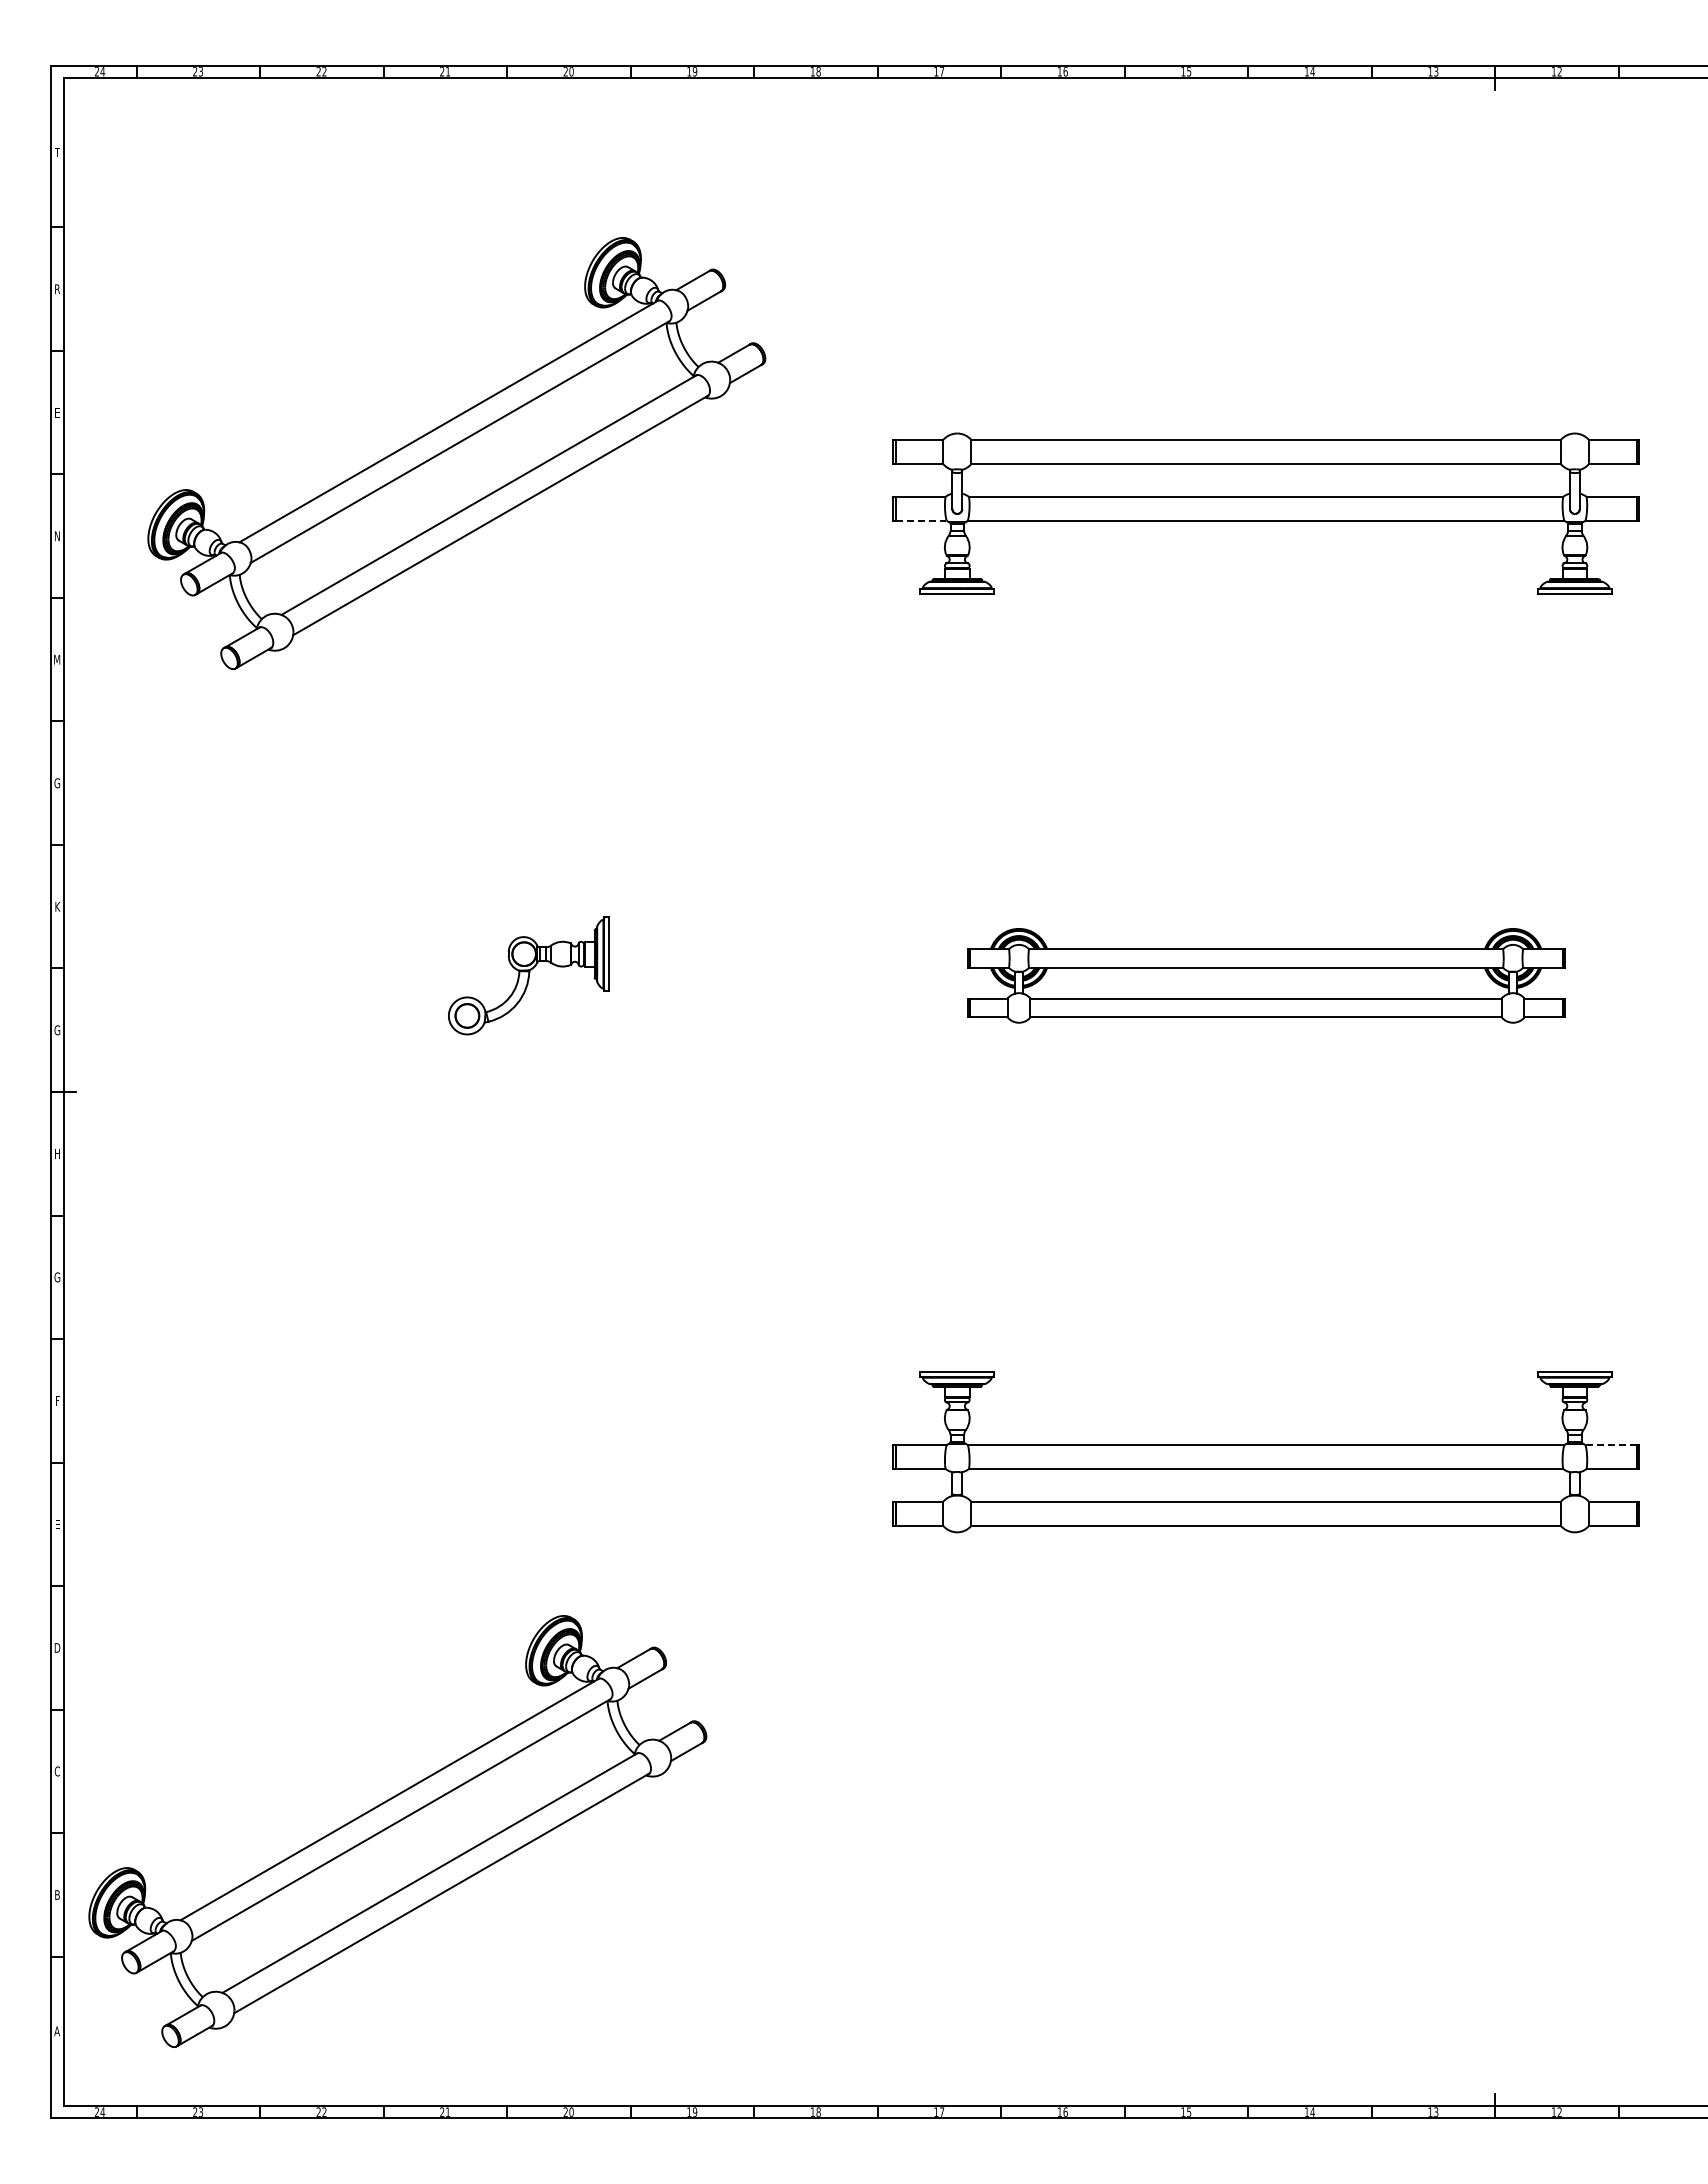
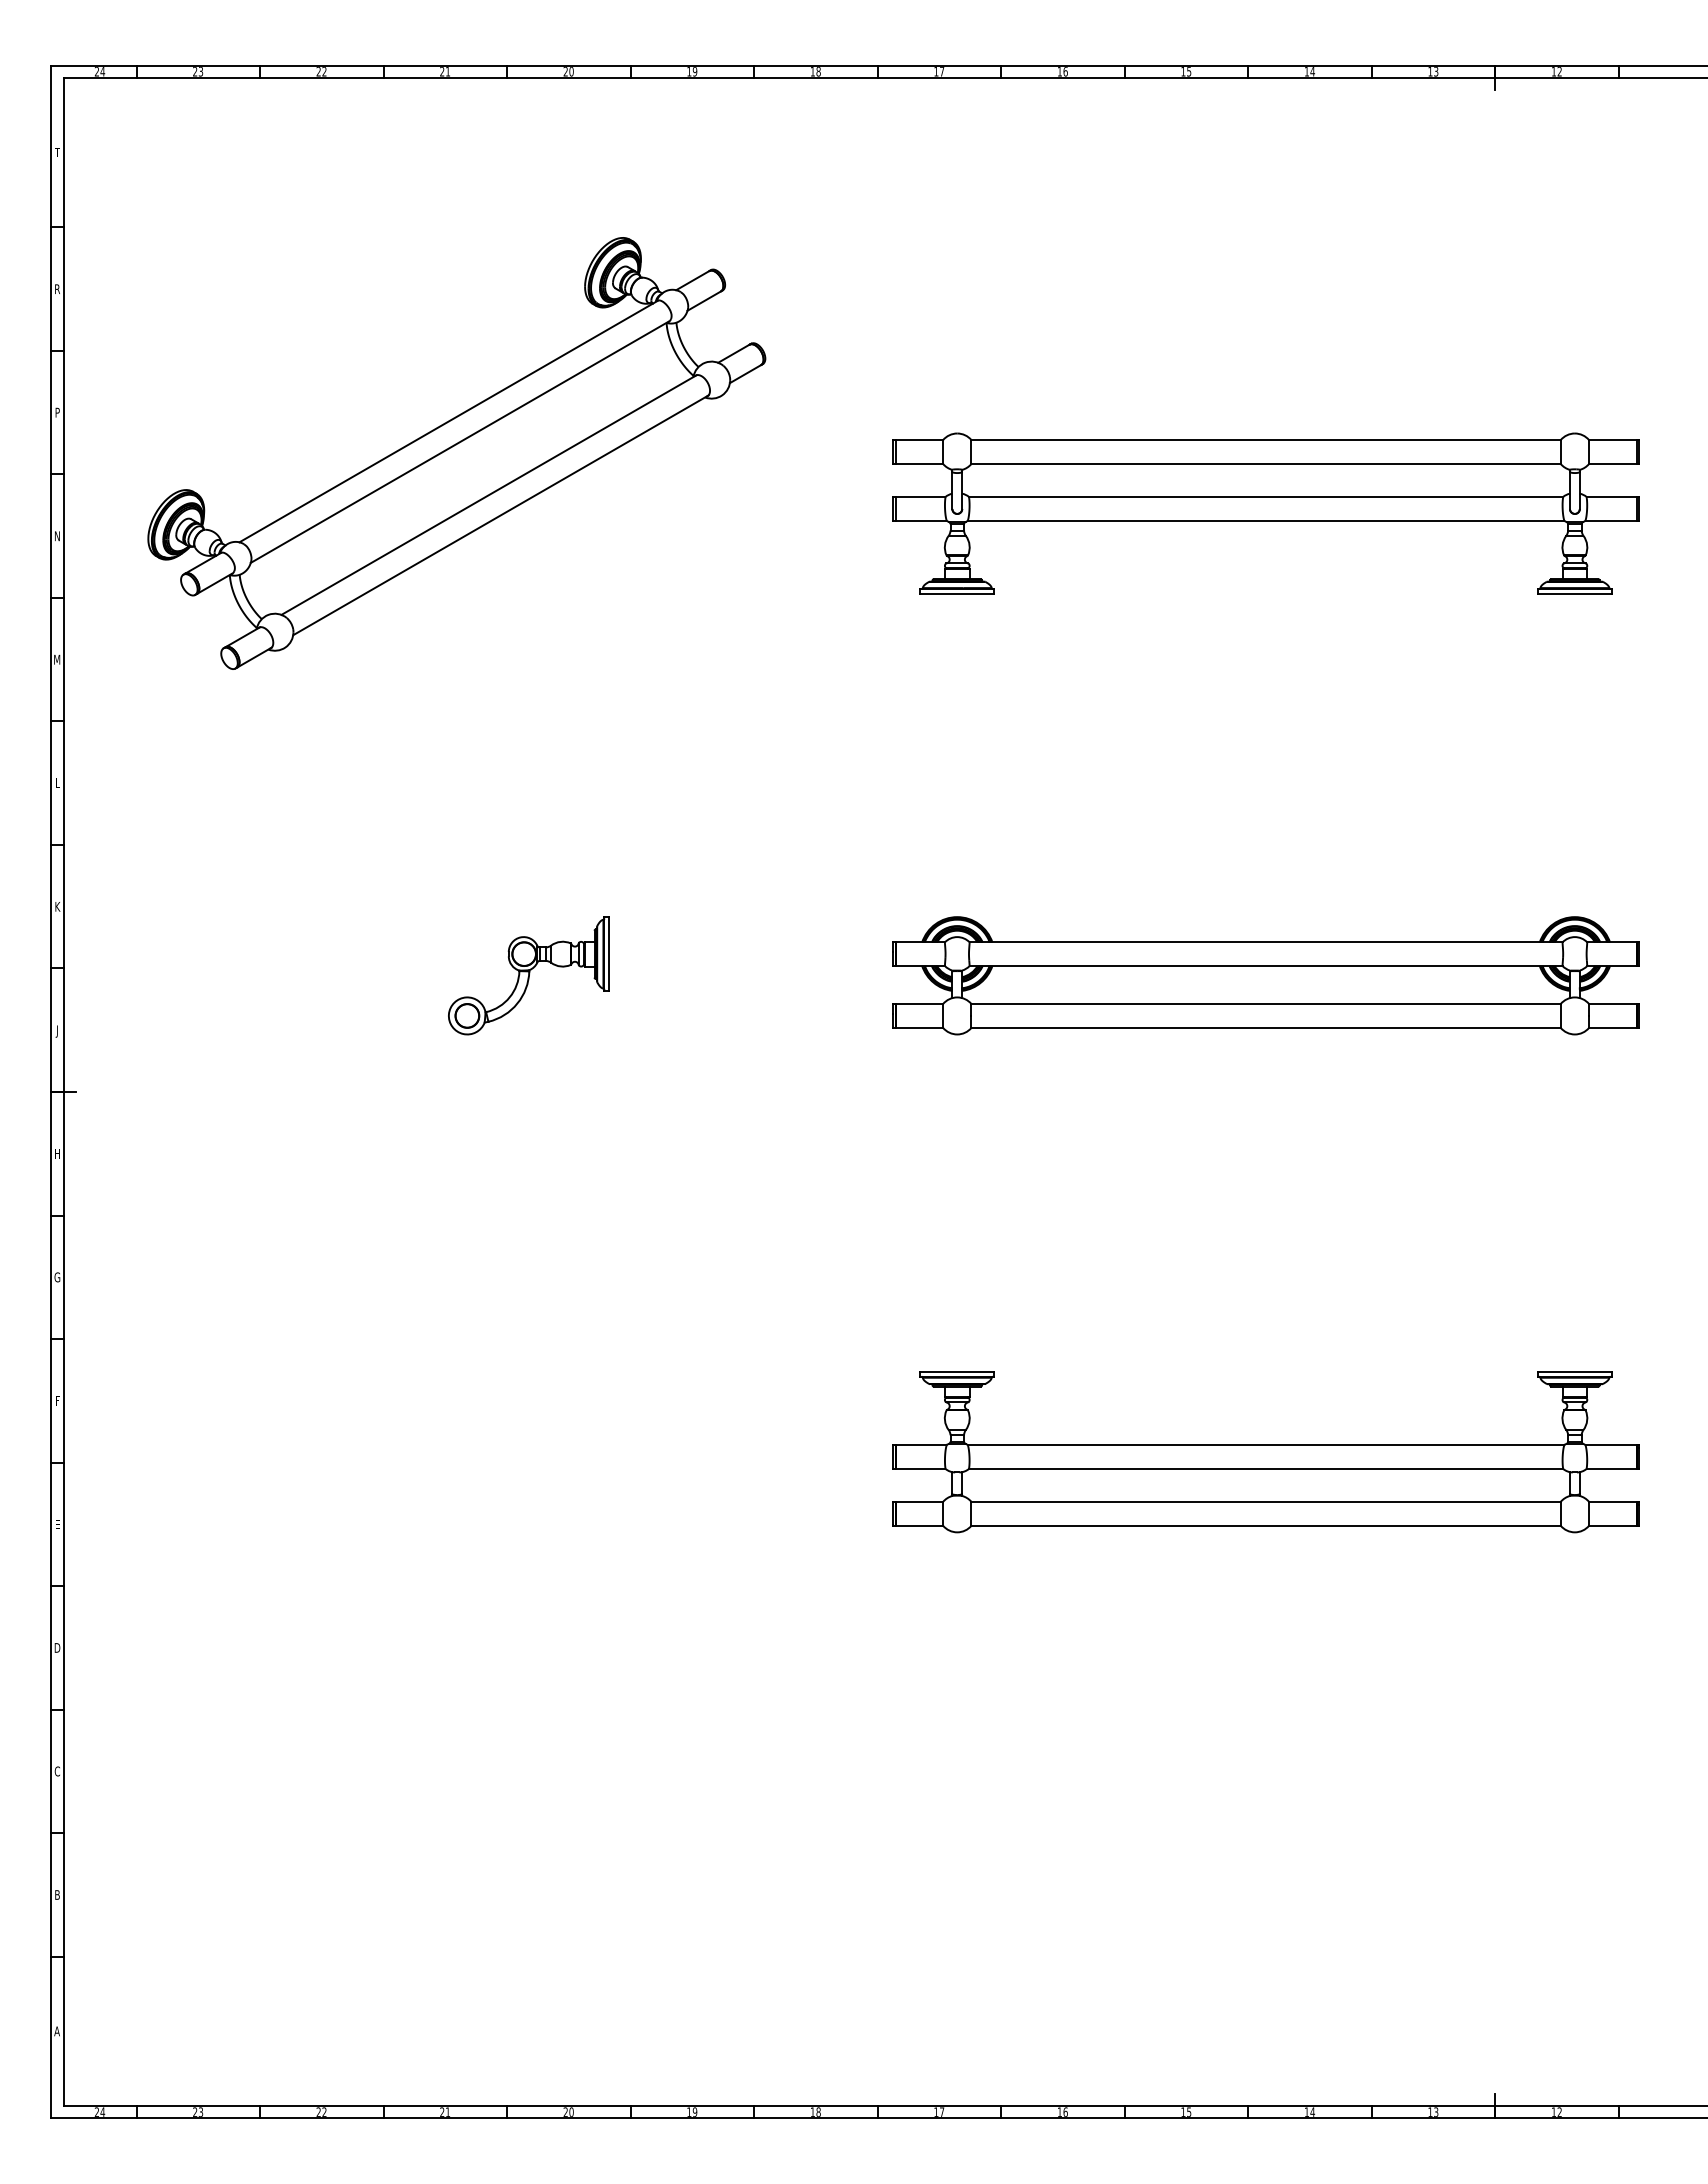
text at (57, 412): E -> P
line at (921, 520): dashed -> solid
text at (57, 783): G -> L
part at (1266, 975) size: 599x96 px -> 748x120 px
text at (57, 1031): G -> J
line at (1610, 1445): dashed -> solid
part at (397, 1831): present -> none
